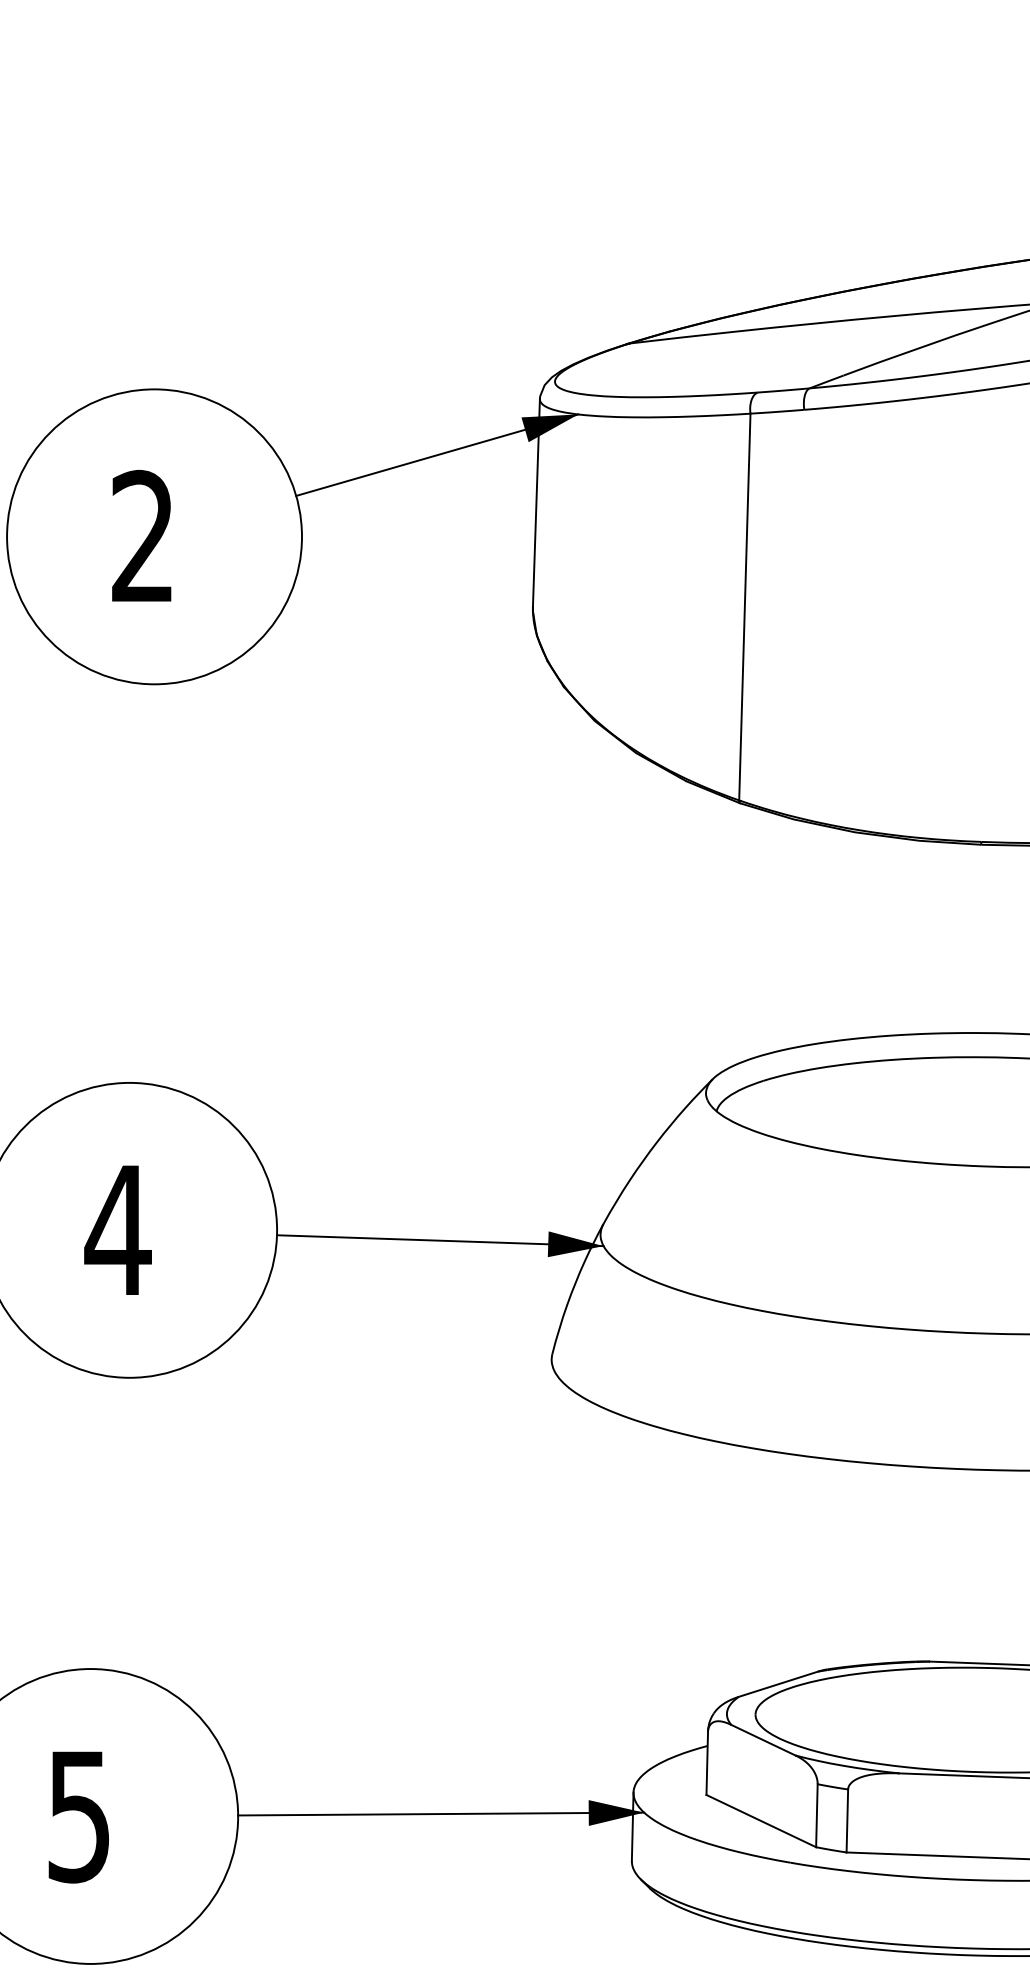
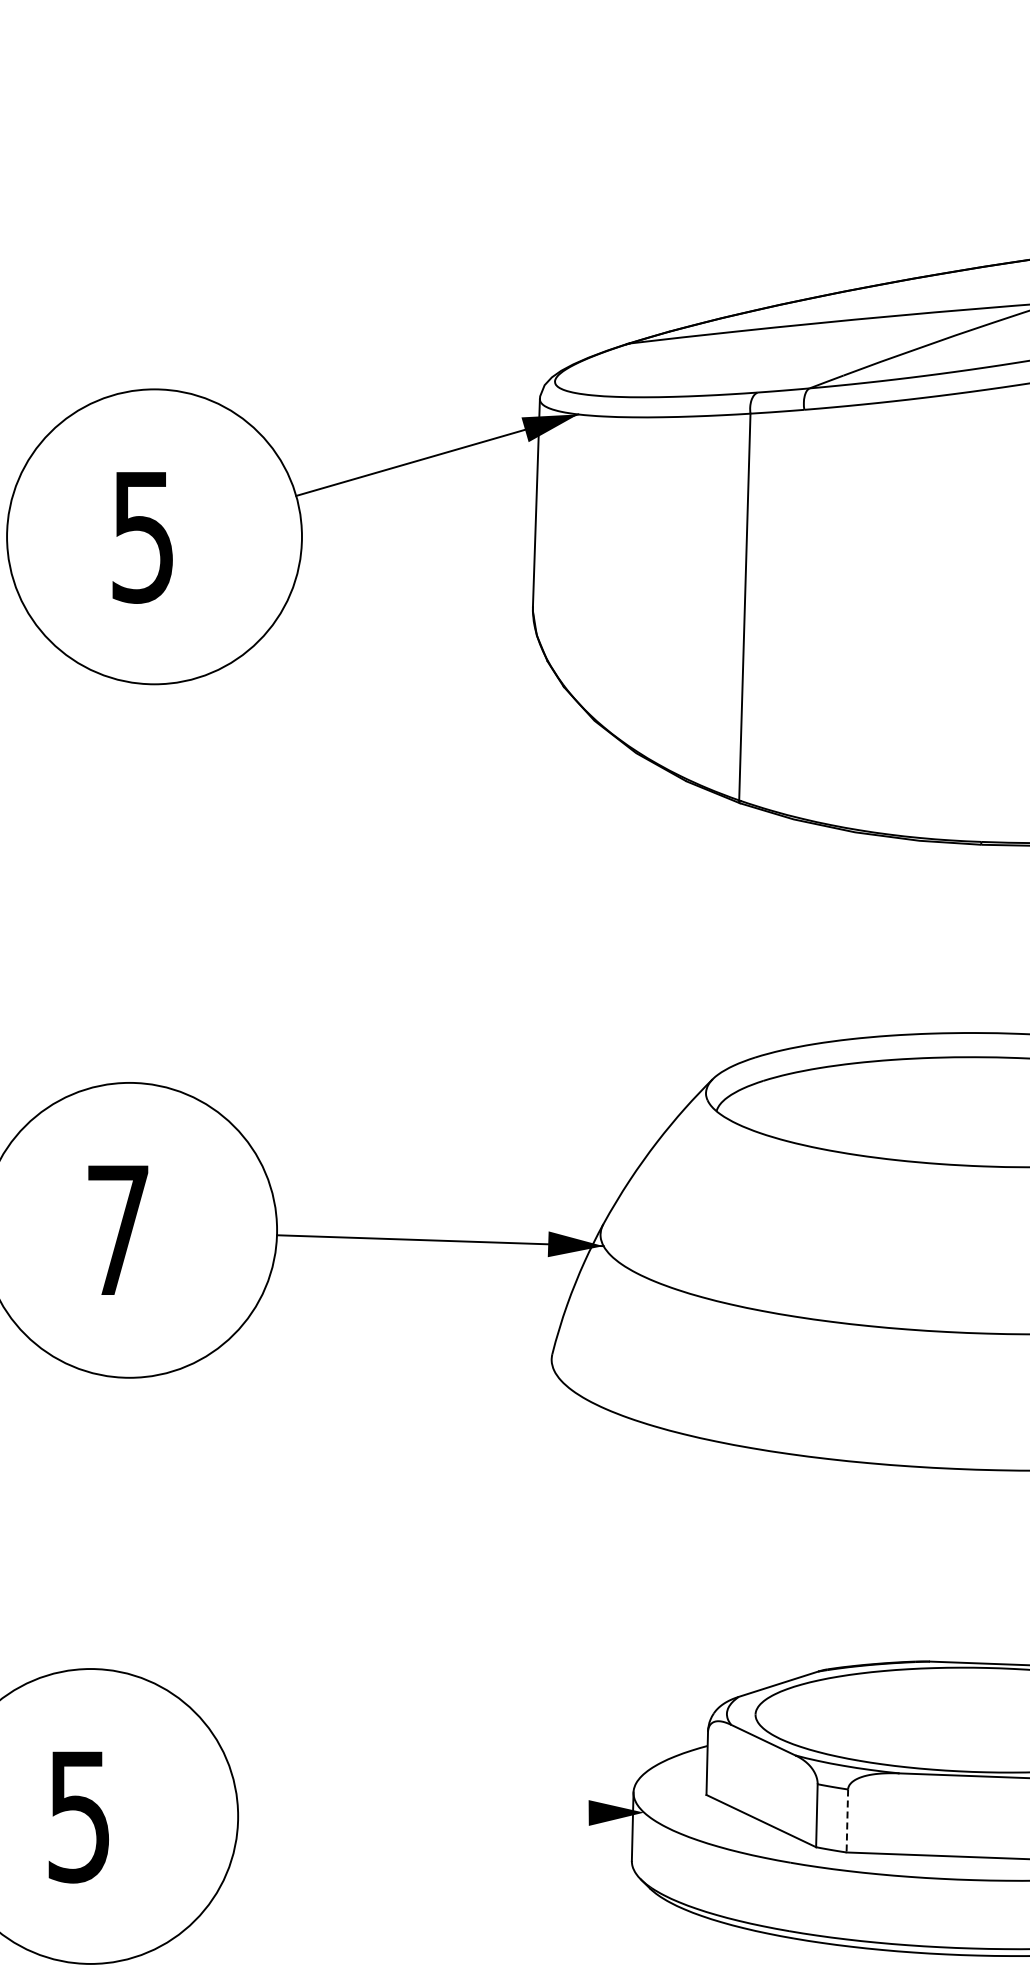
text at (142, 536): 2 -> 5
text at (117, 1229): 4 -> 7
line at (441, 1813): present -> none
line at (847, 1821): solid -> dashed
